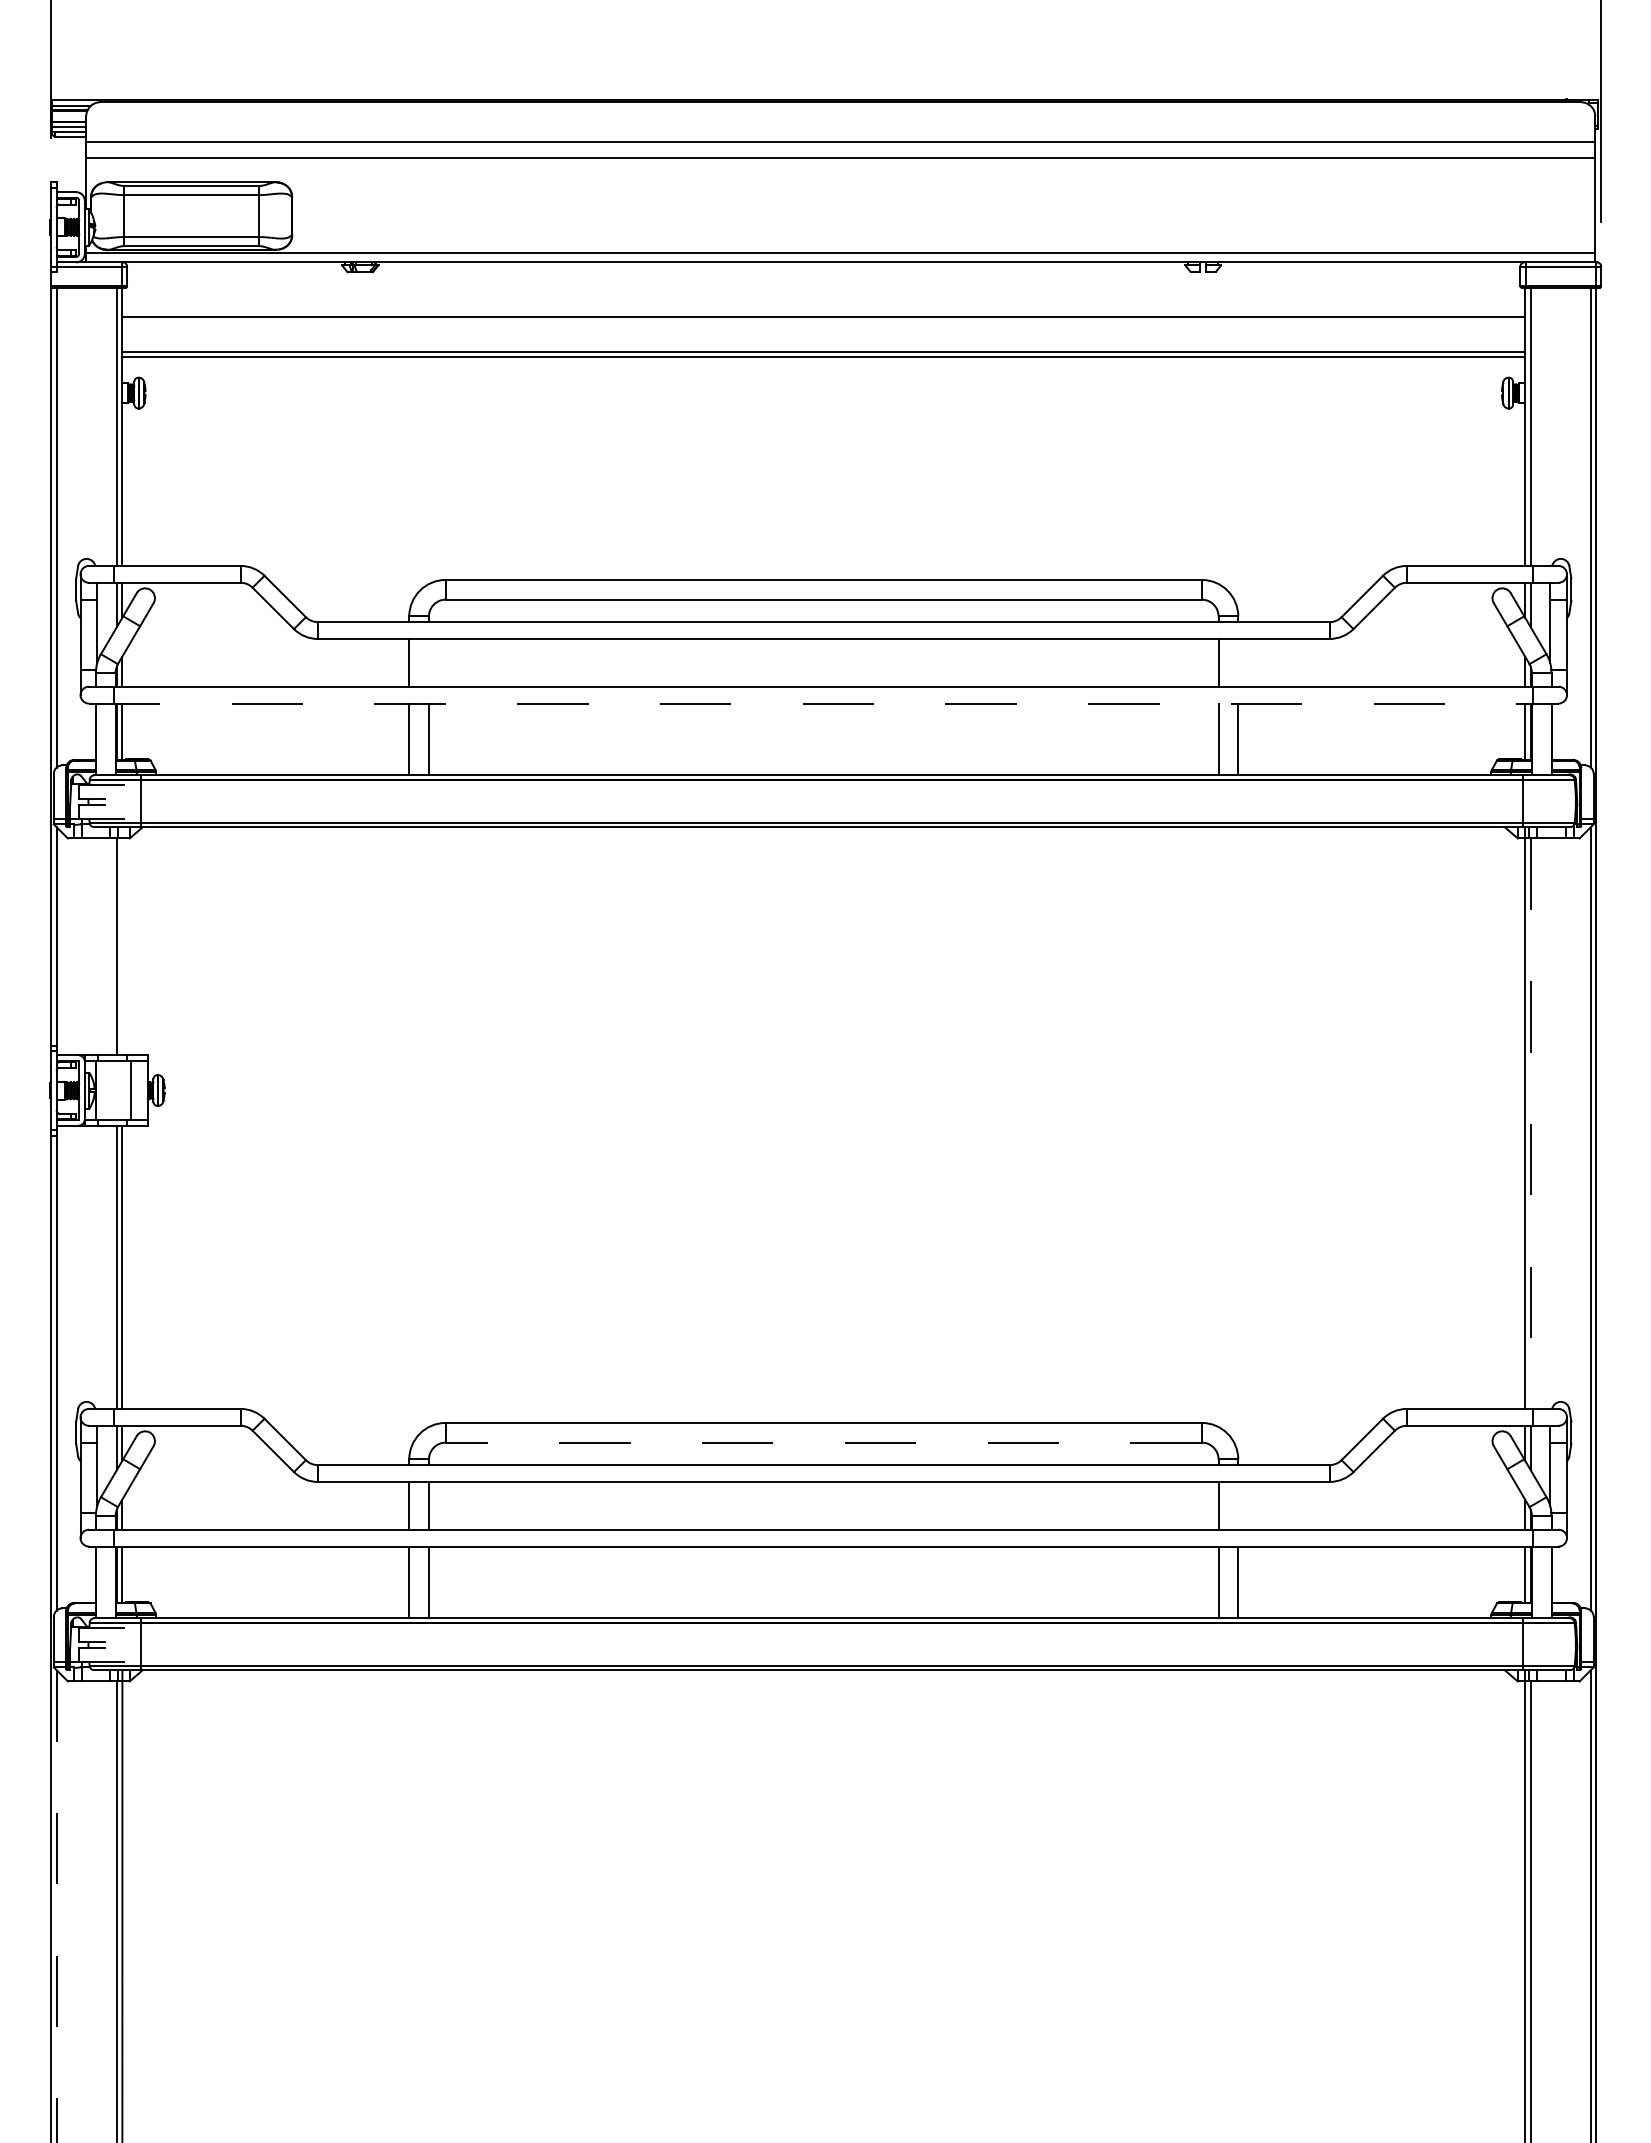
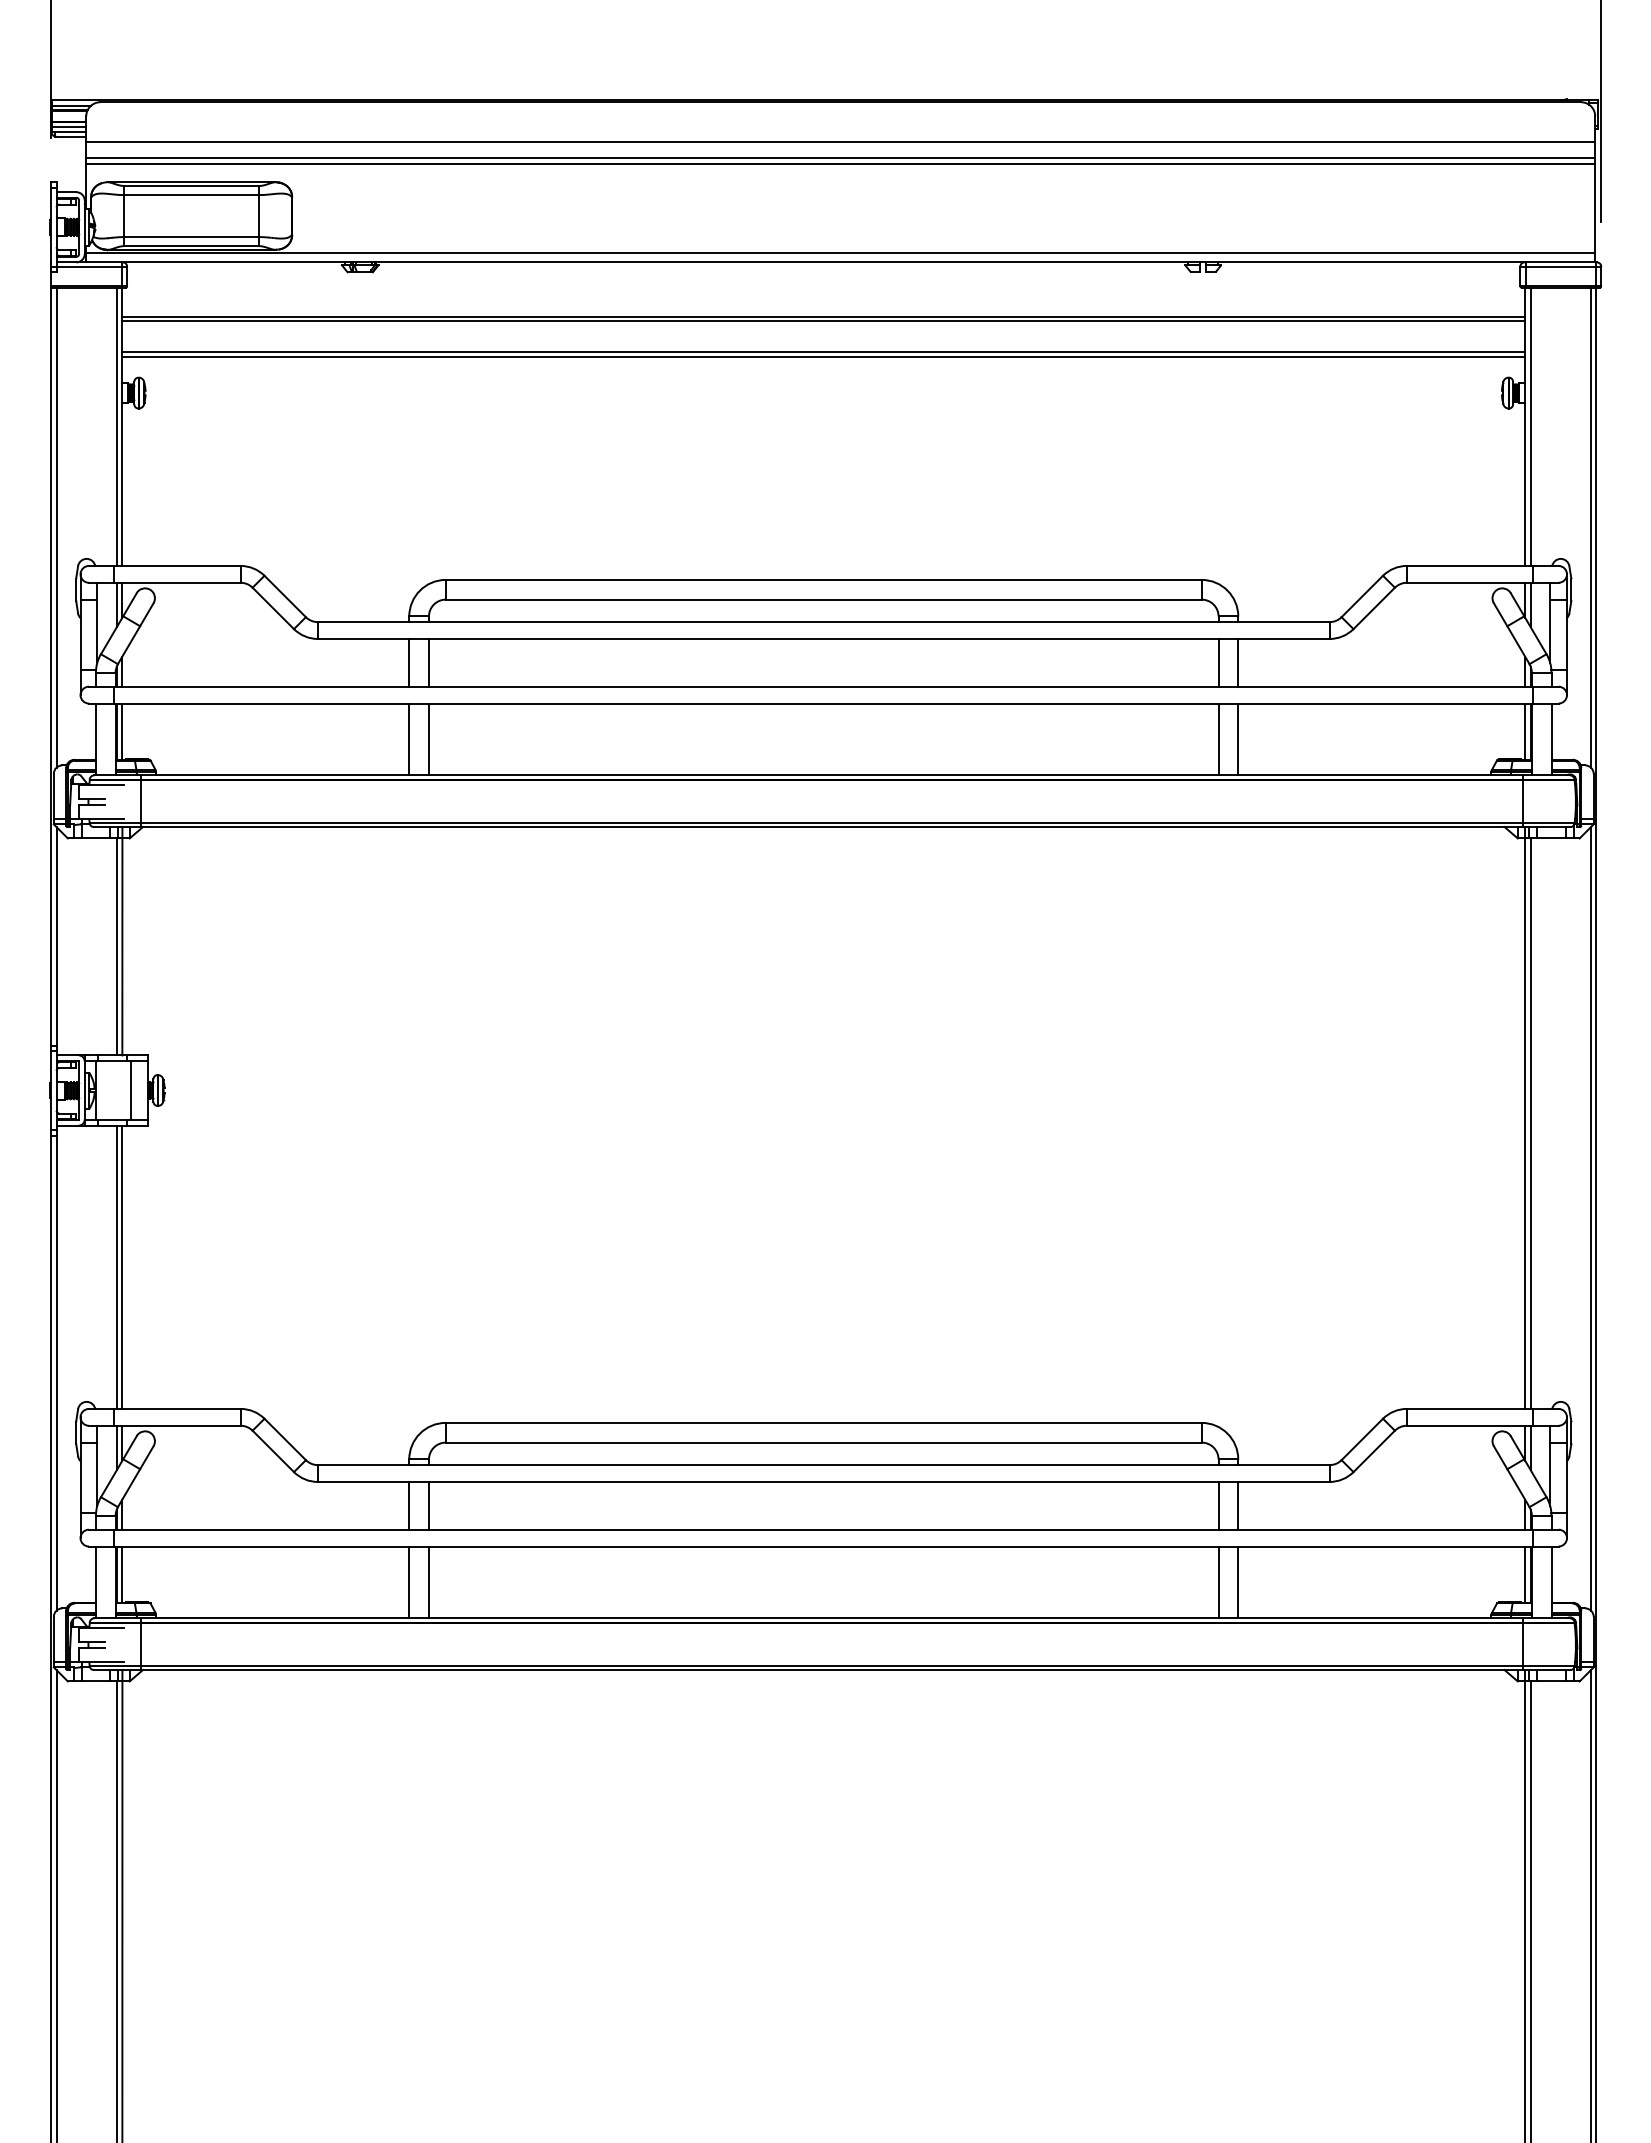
line at (840, 164): none -> present
line at (823, 321): none -> present
line at (428, 662): none -> present
line at (1238, 662): none -> present
line at (823, 703): dashed -> solid
line at (122, 941): none -> present
line at (1530, 1124): dashed -> solid
line at (823, 1442): dashed -> solid
line at (1238, 1505): none -> present
line at (56, 1906): dashed -> solid
